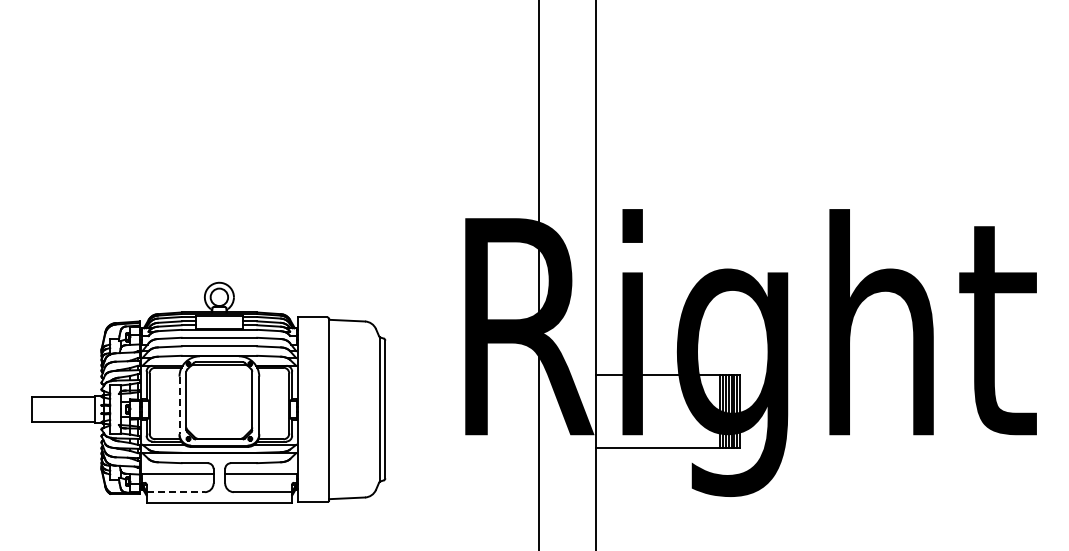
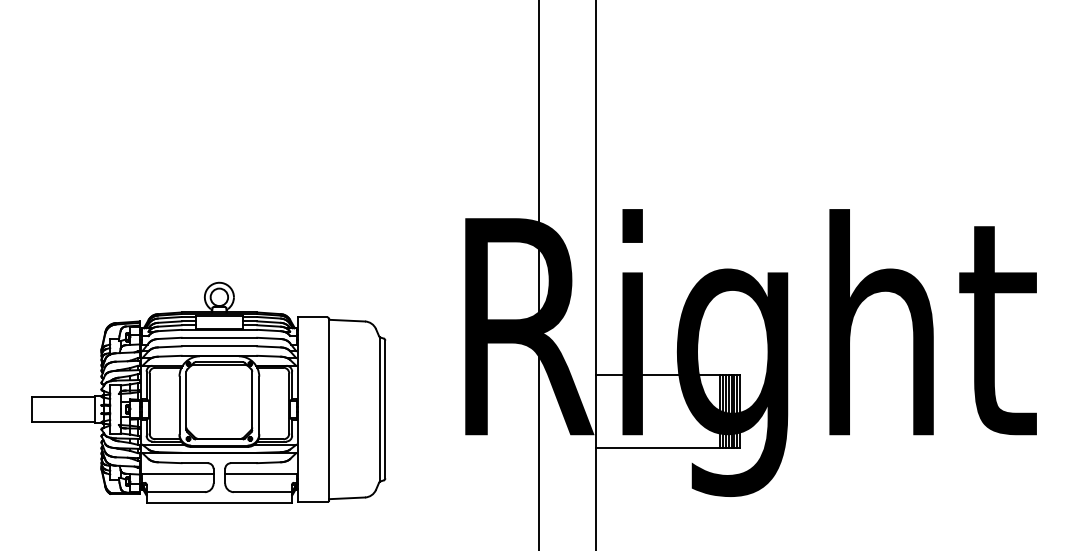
line at (179, 405): dashed -> solid
line at (176, 492): dashed -> solid
